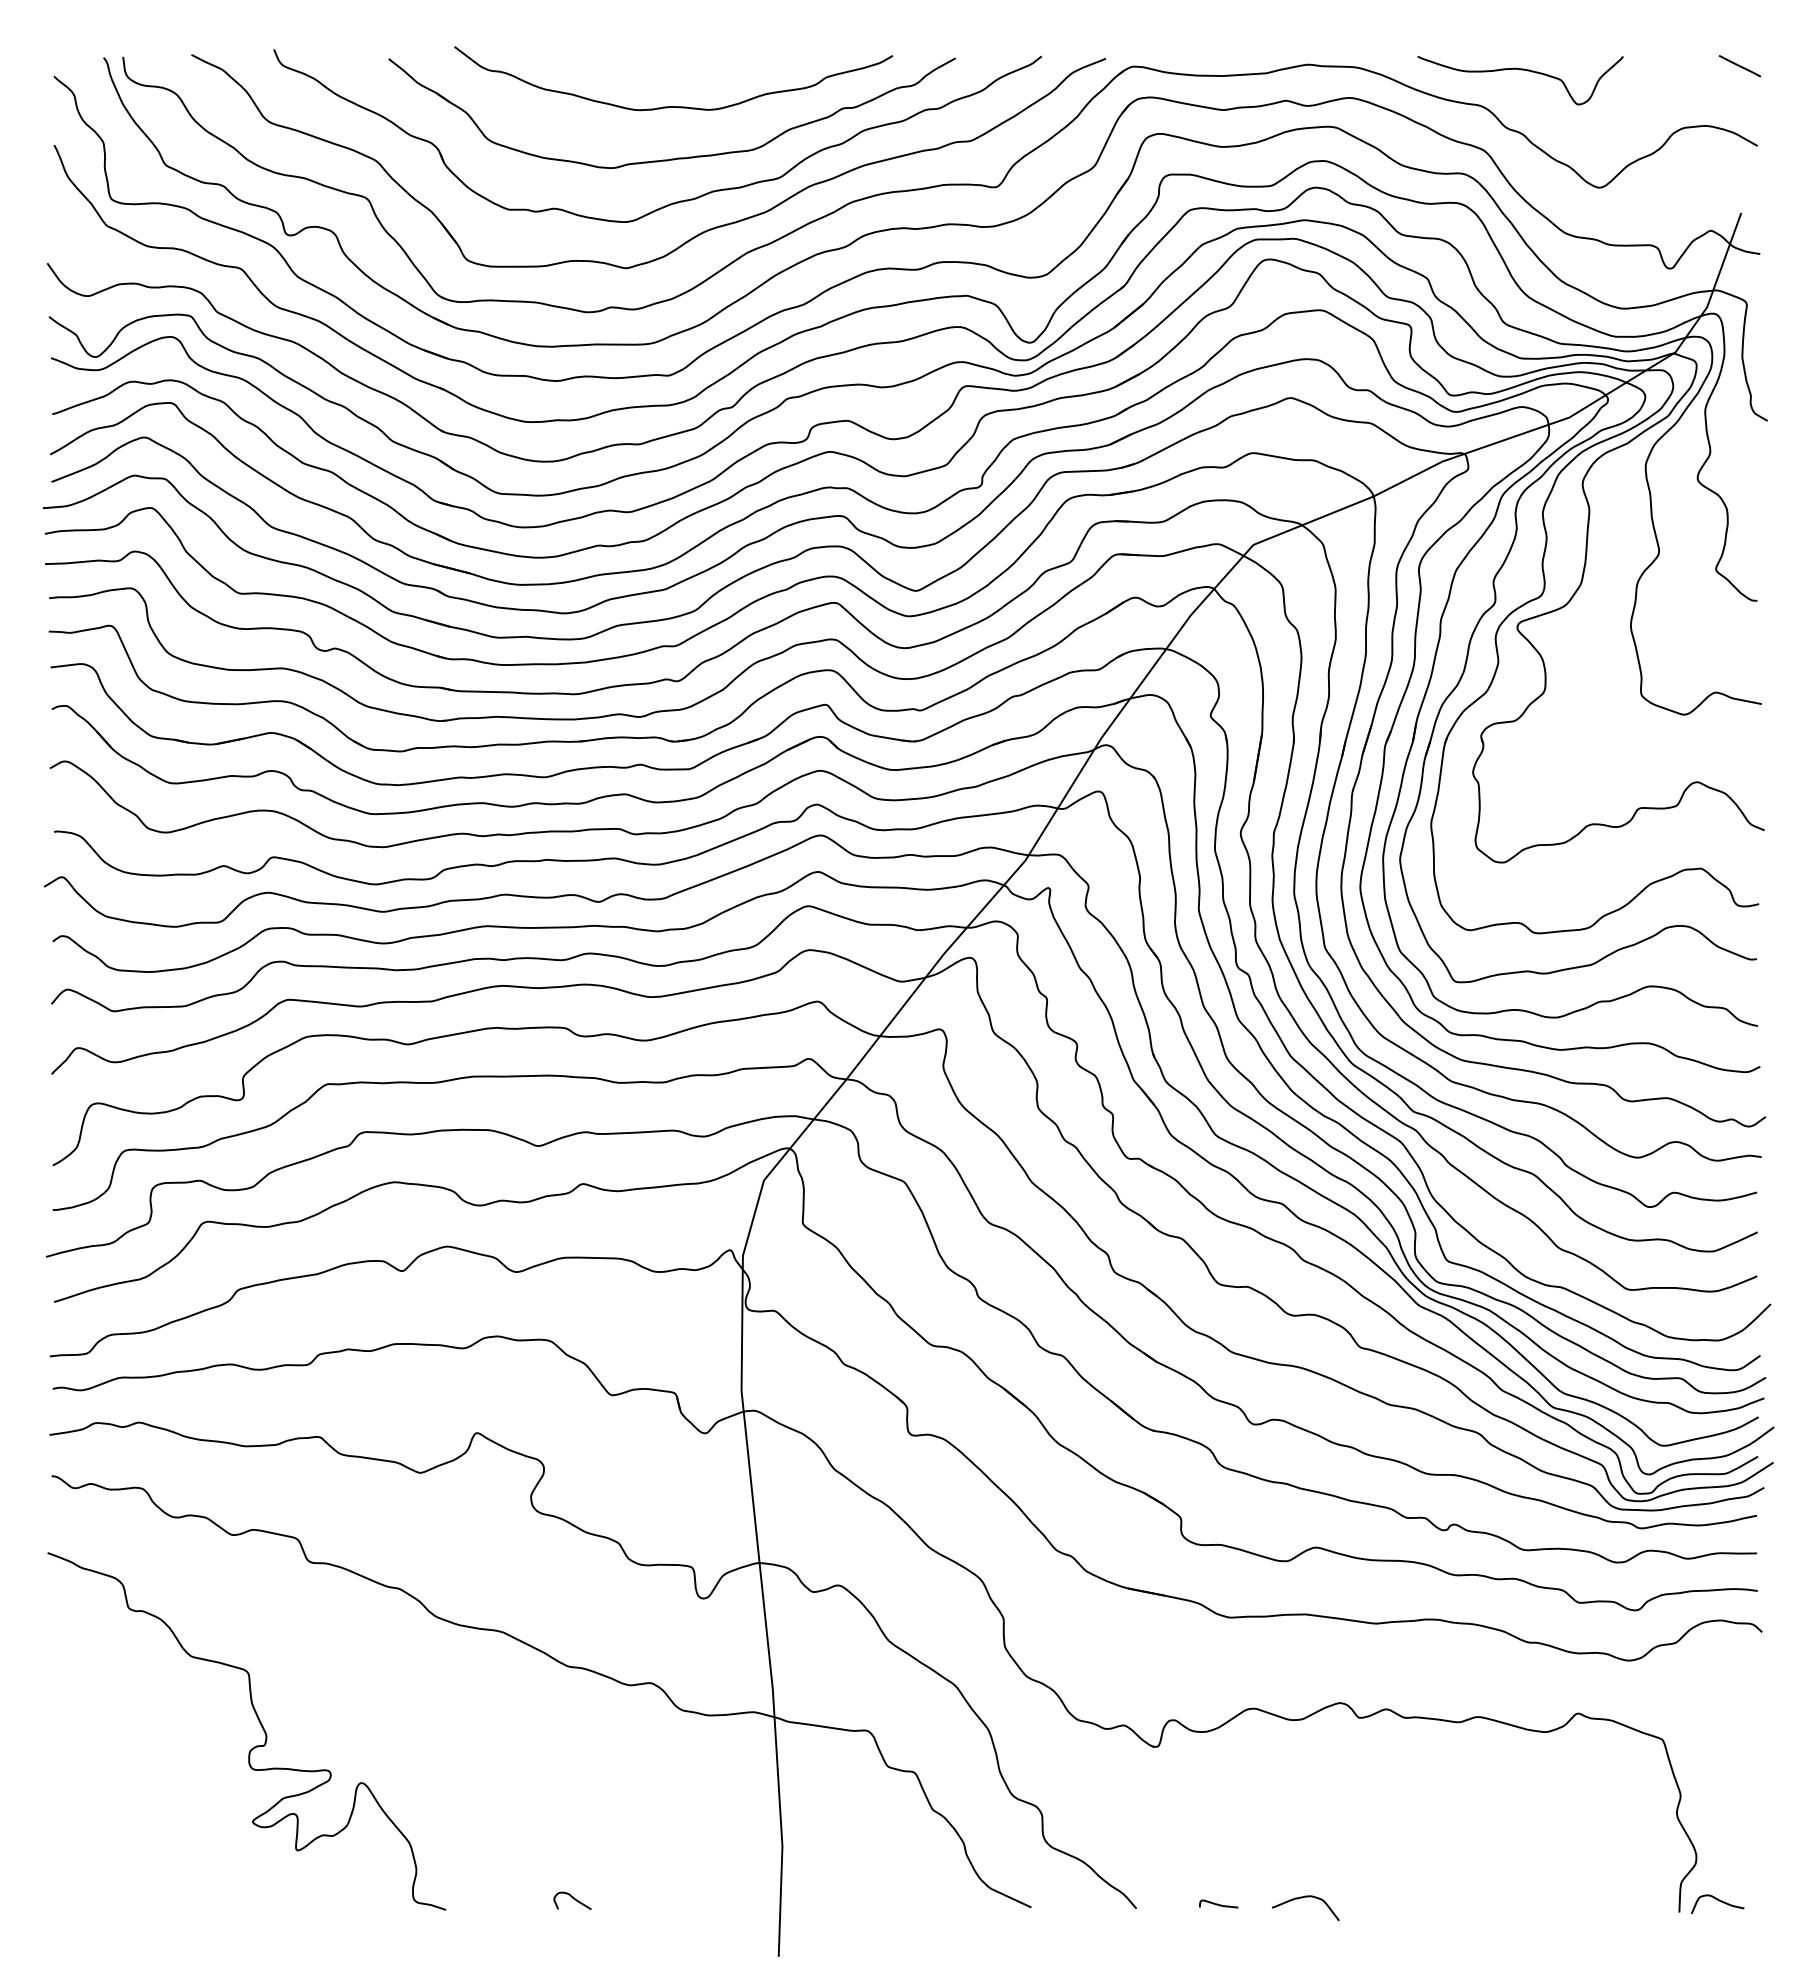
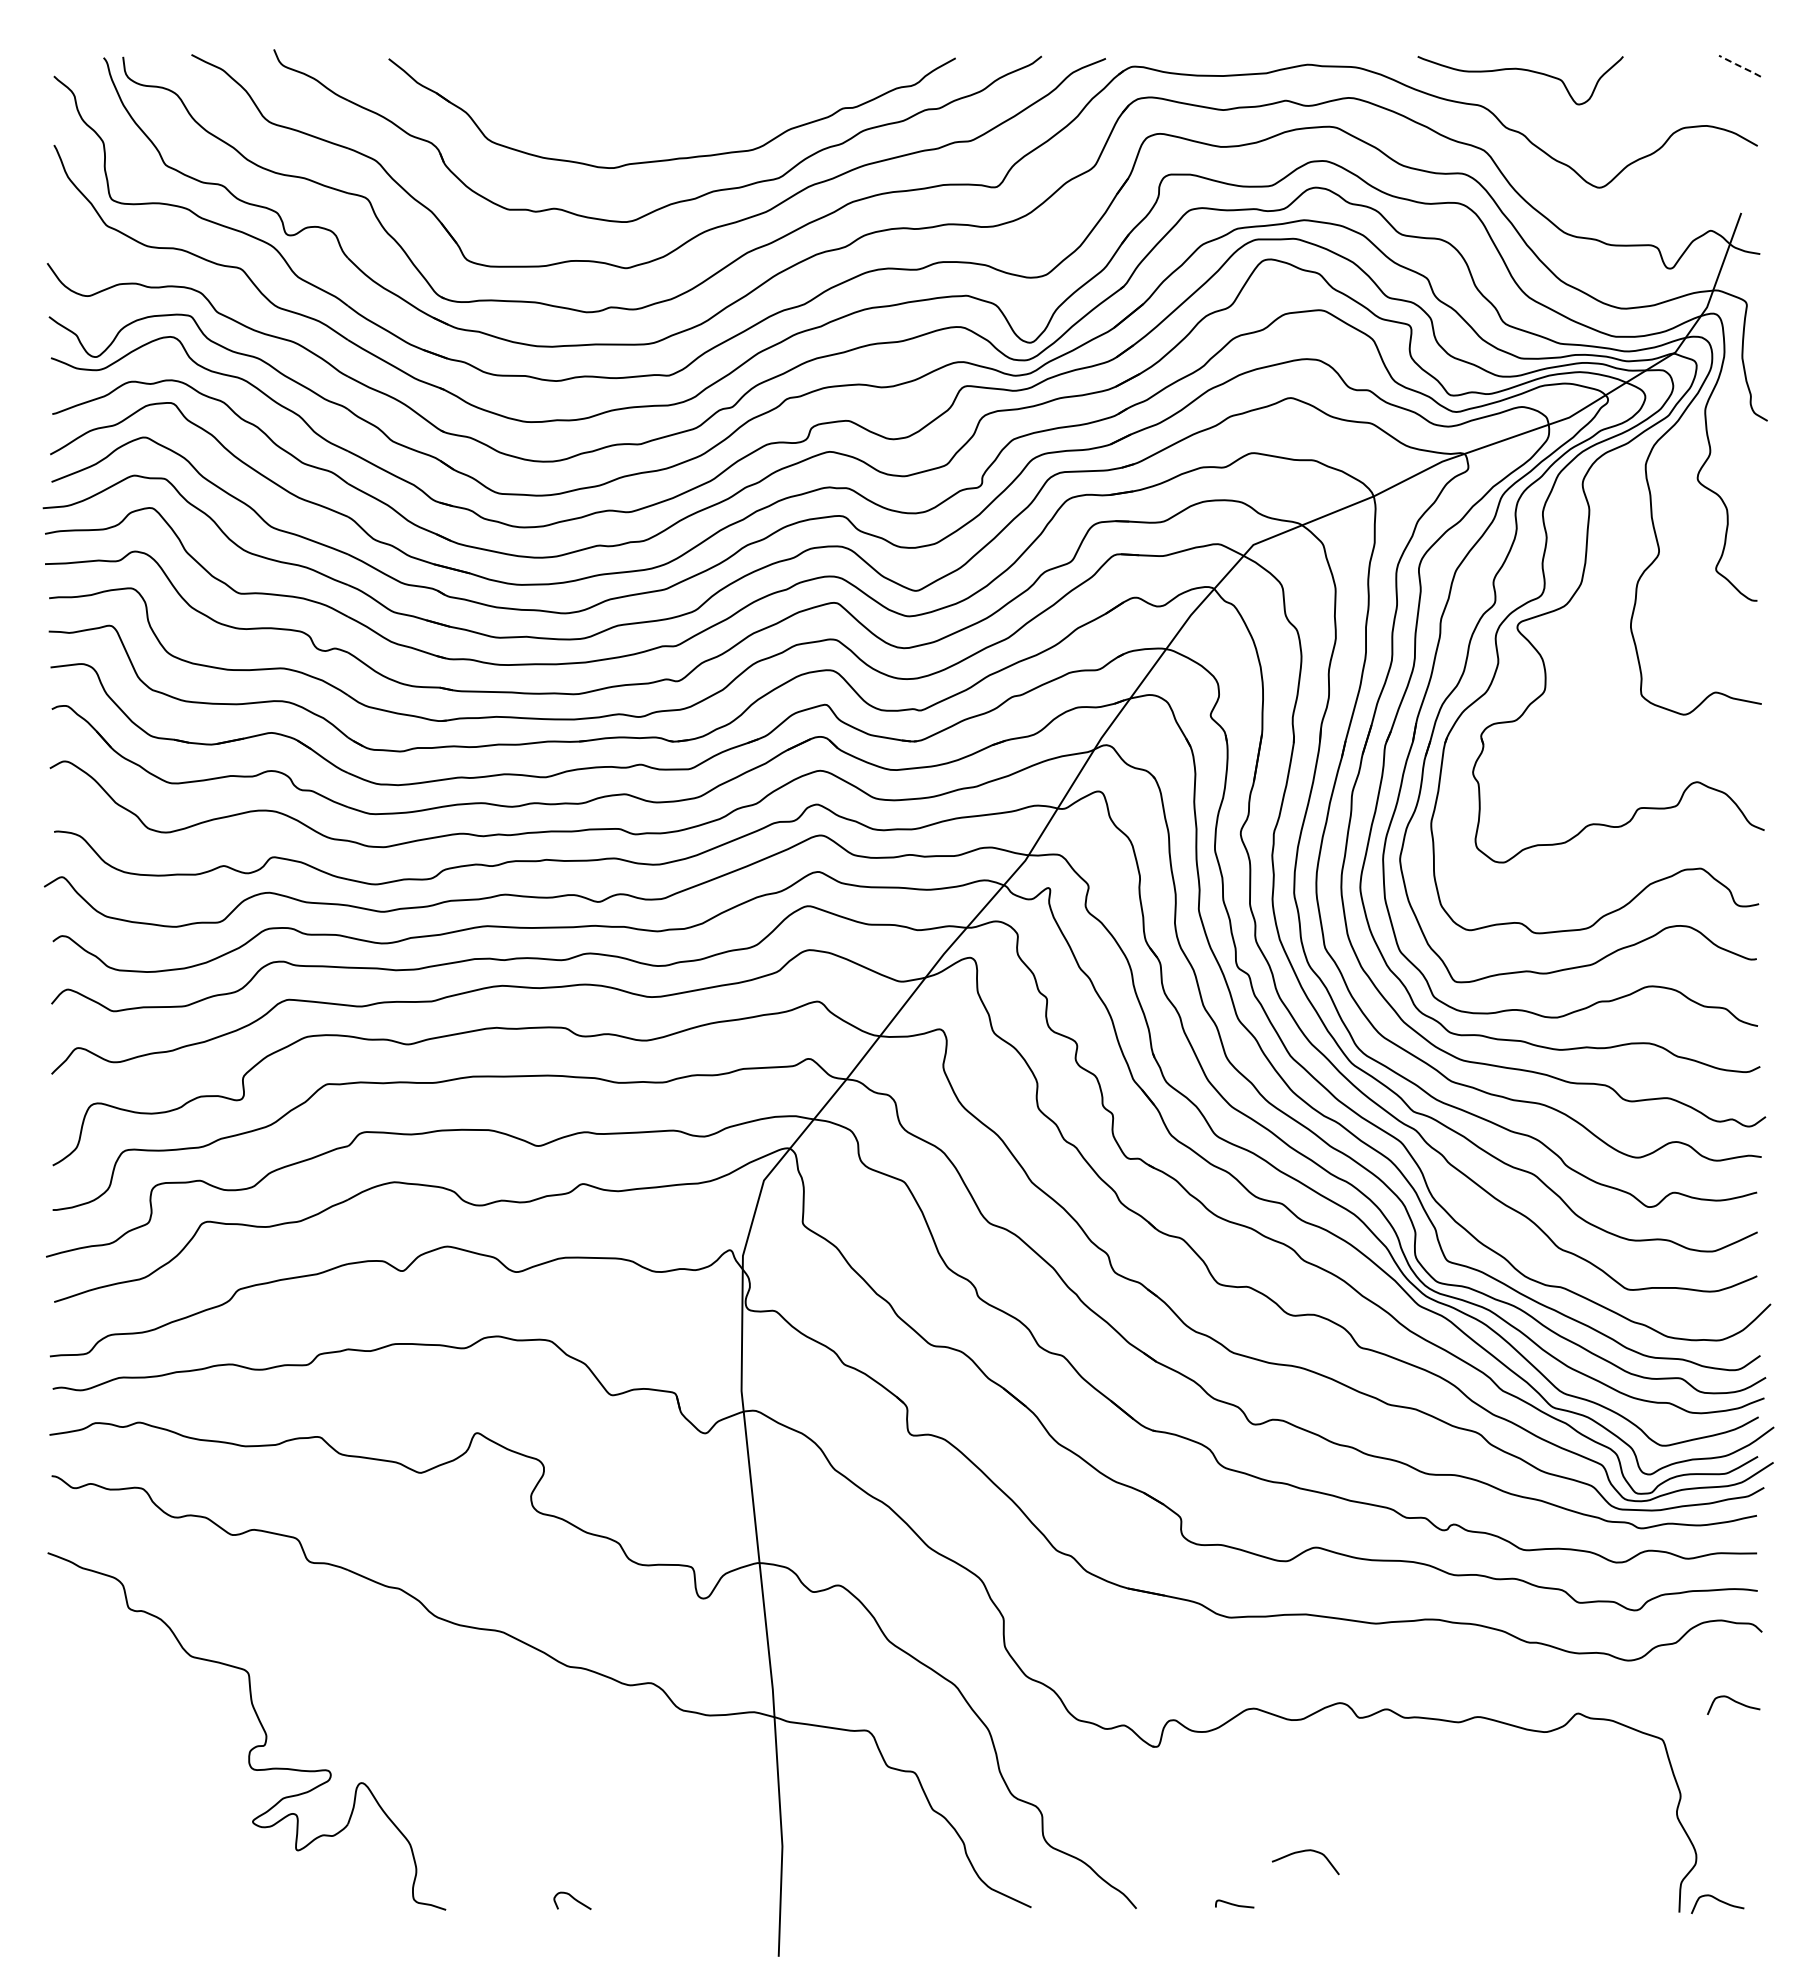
line at (1739, 66): solid -> dashed
curve at (673, 106): present -> none
curve at (1734, 1702): none -> present
curve at (1302, 1898) position: (1302, 1898) -> (1302, 1852)
curve at (1217, 1903) position: (1217, 1903) -> (1233, 1903)
